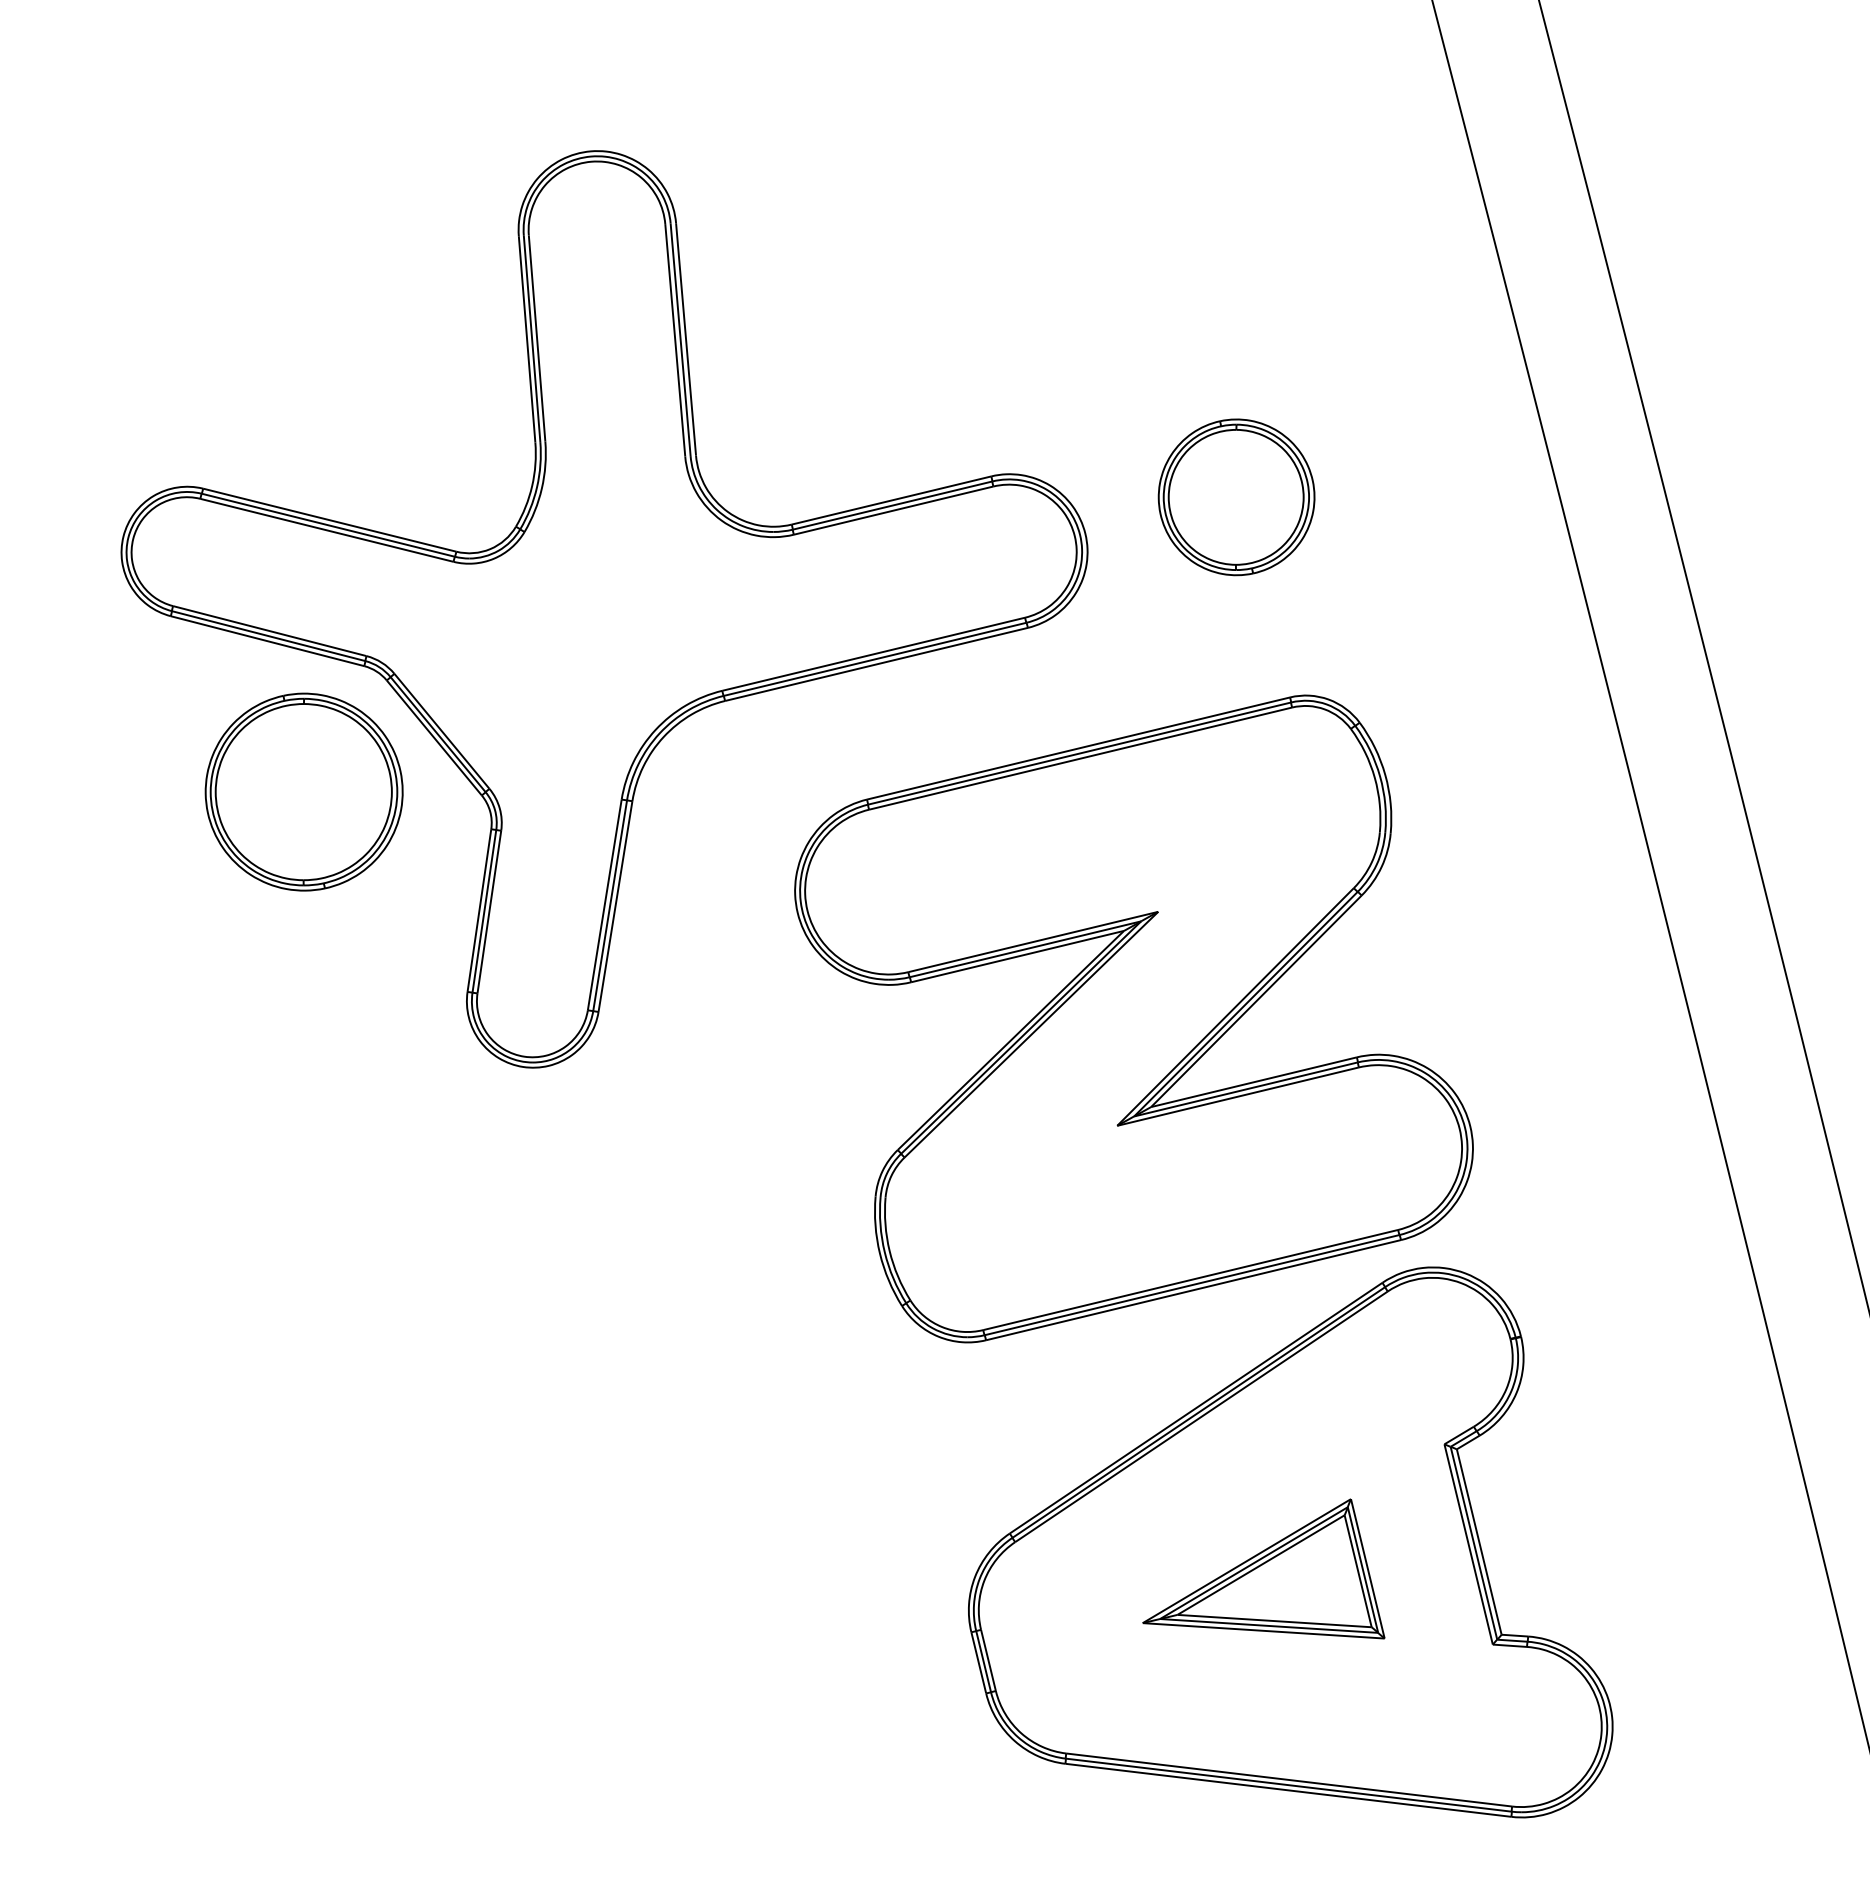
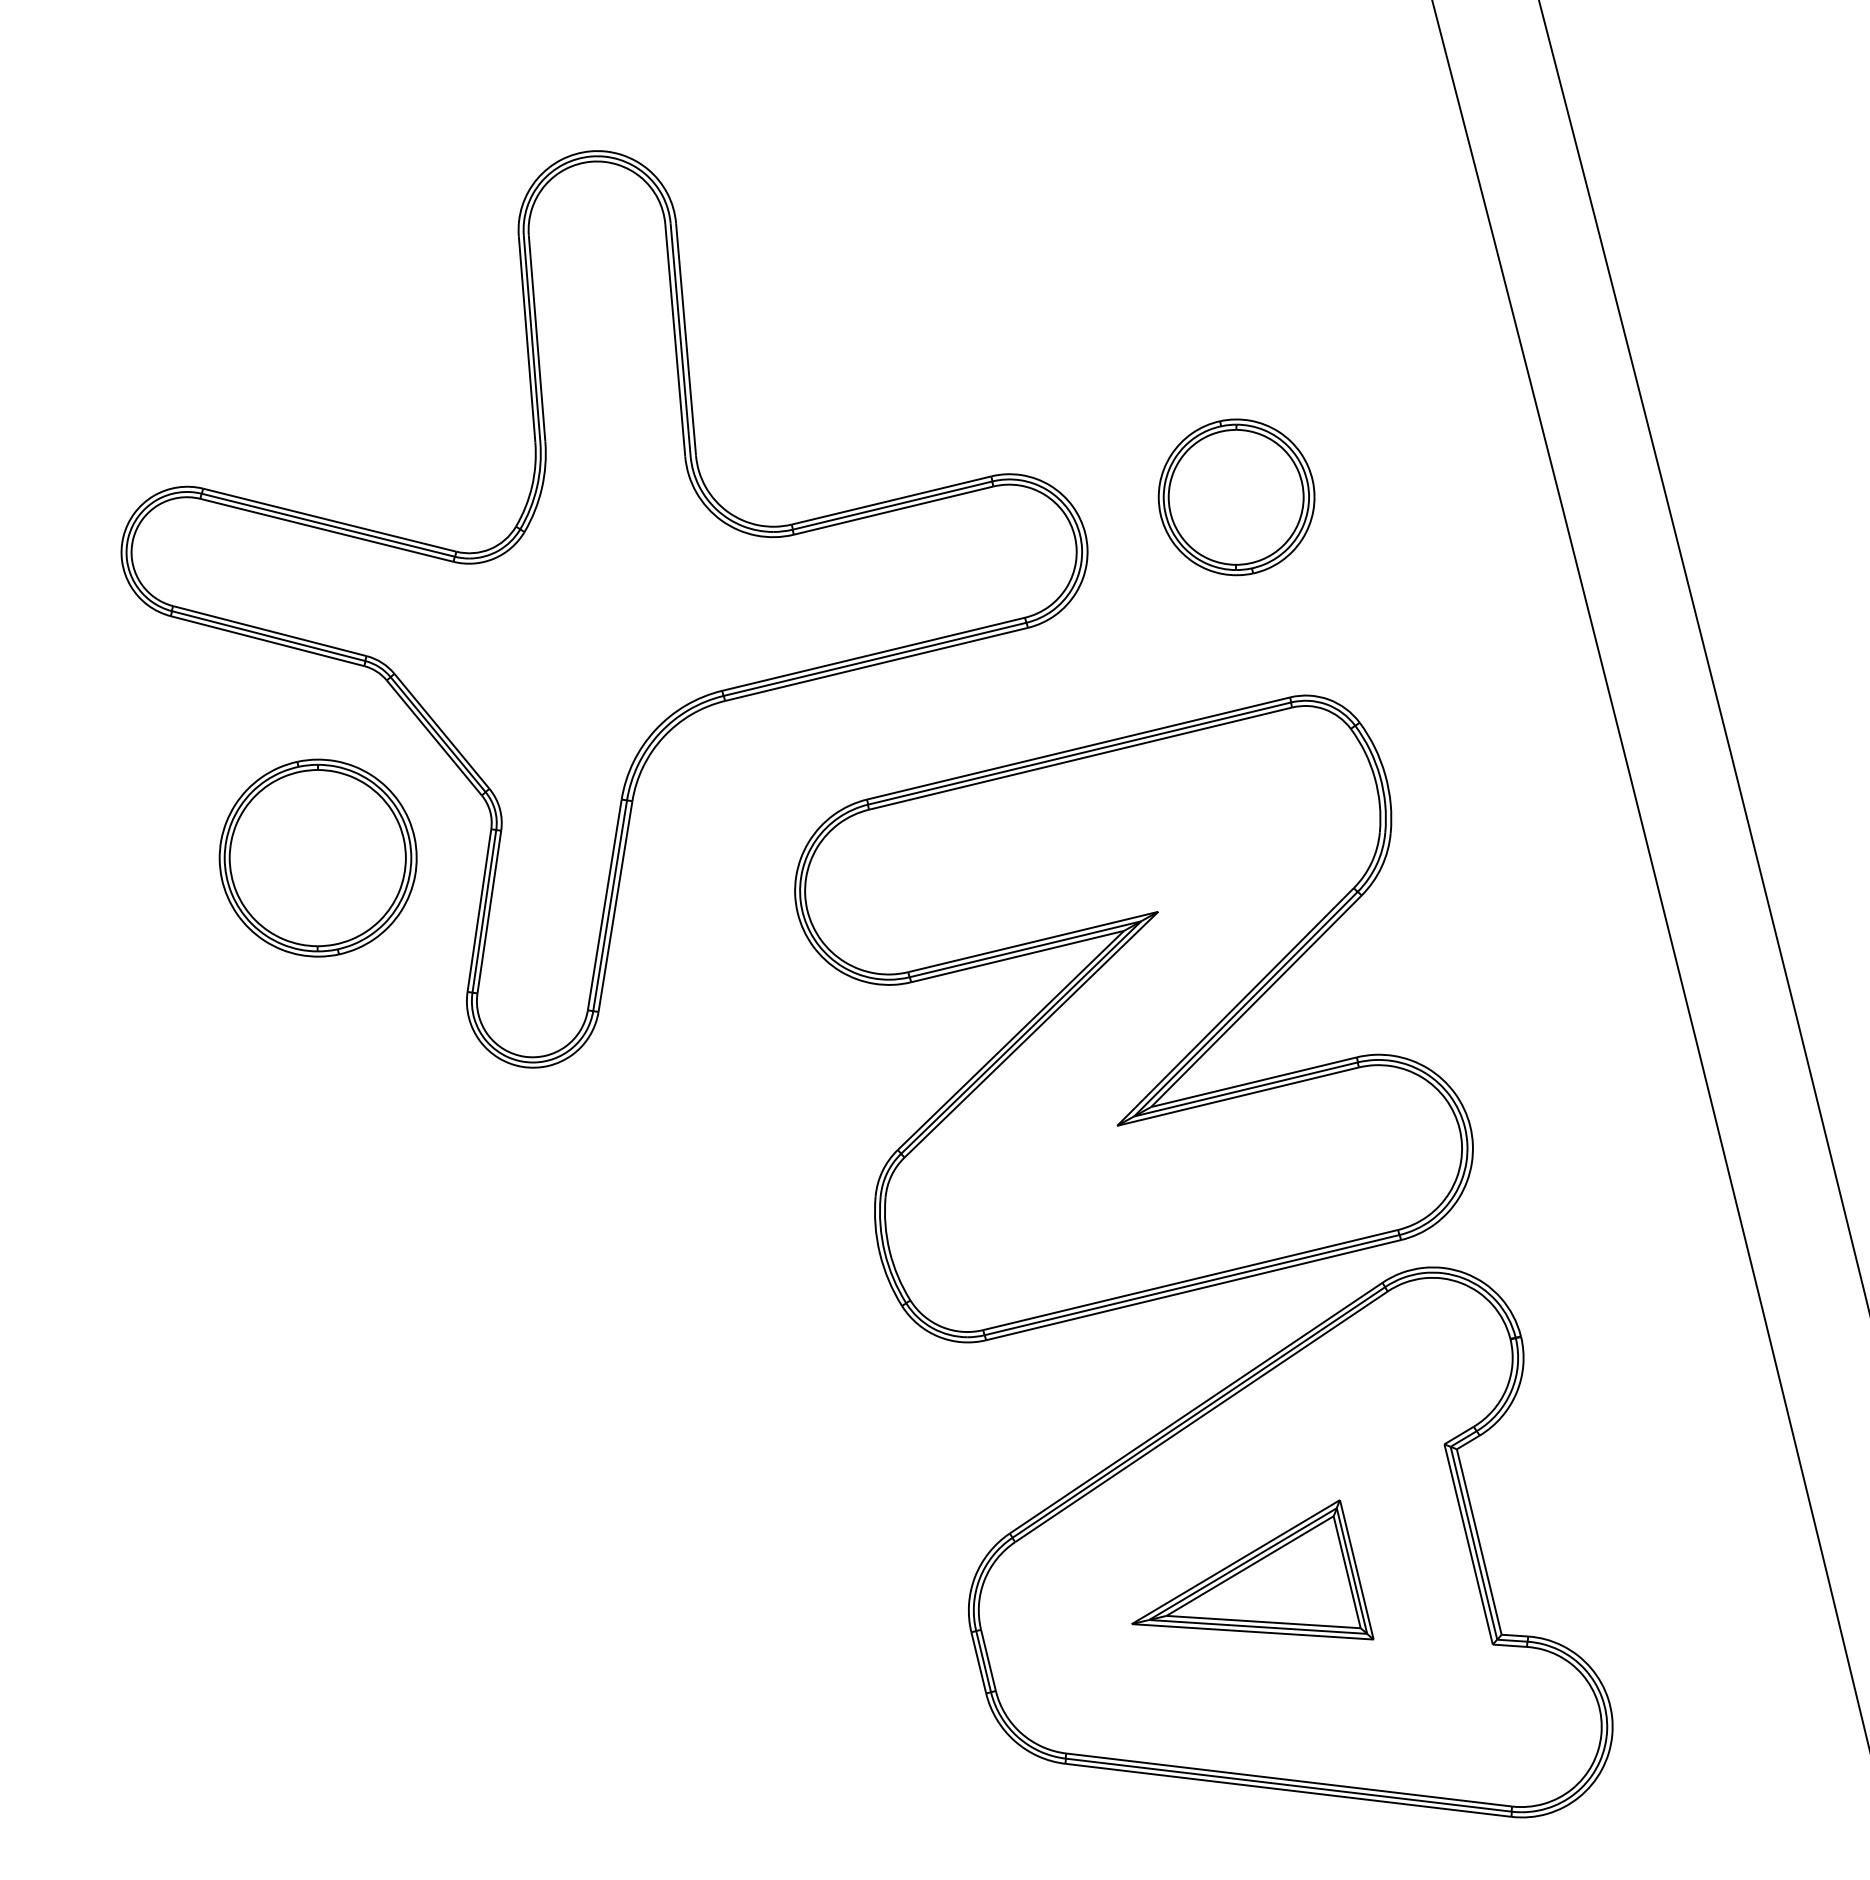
part at (303, 791) position: (303, 791) -> (317, 857)
part at (1263, 1568) position: (1263, 1568) -> (1252, 1569)
